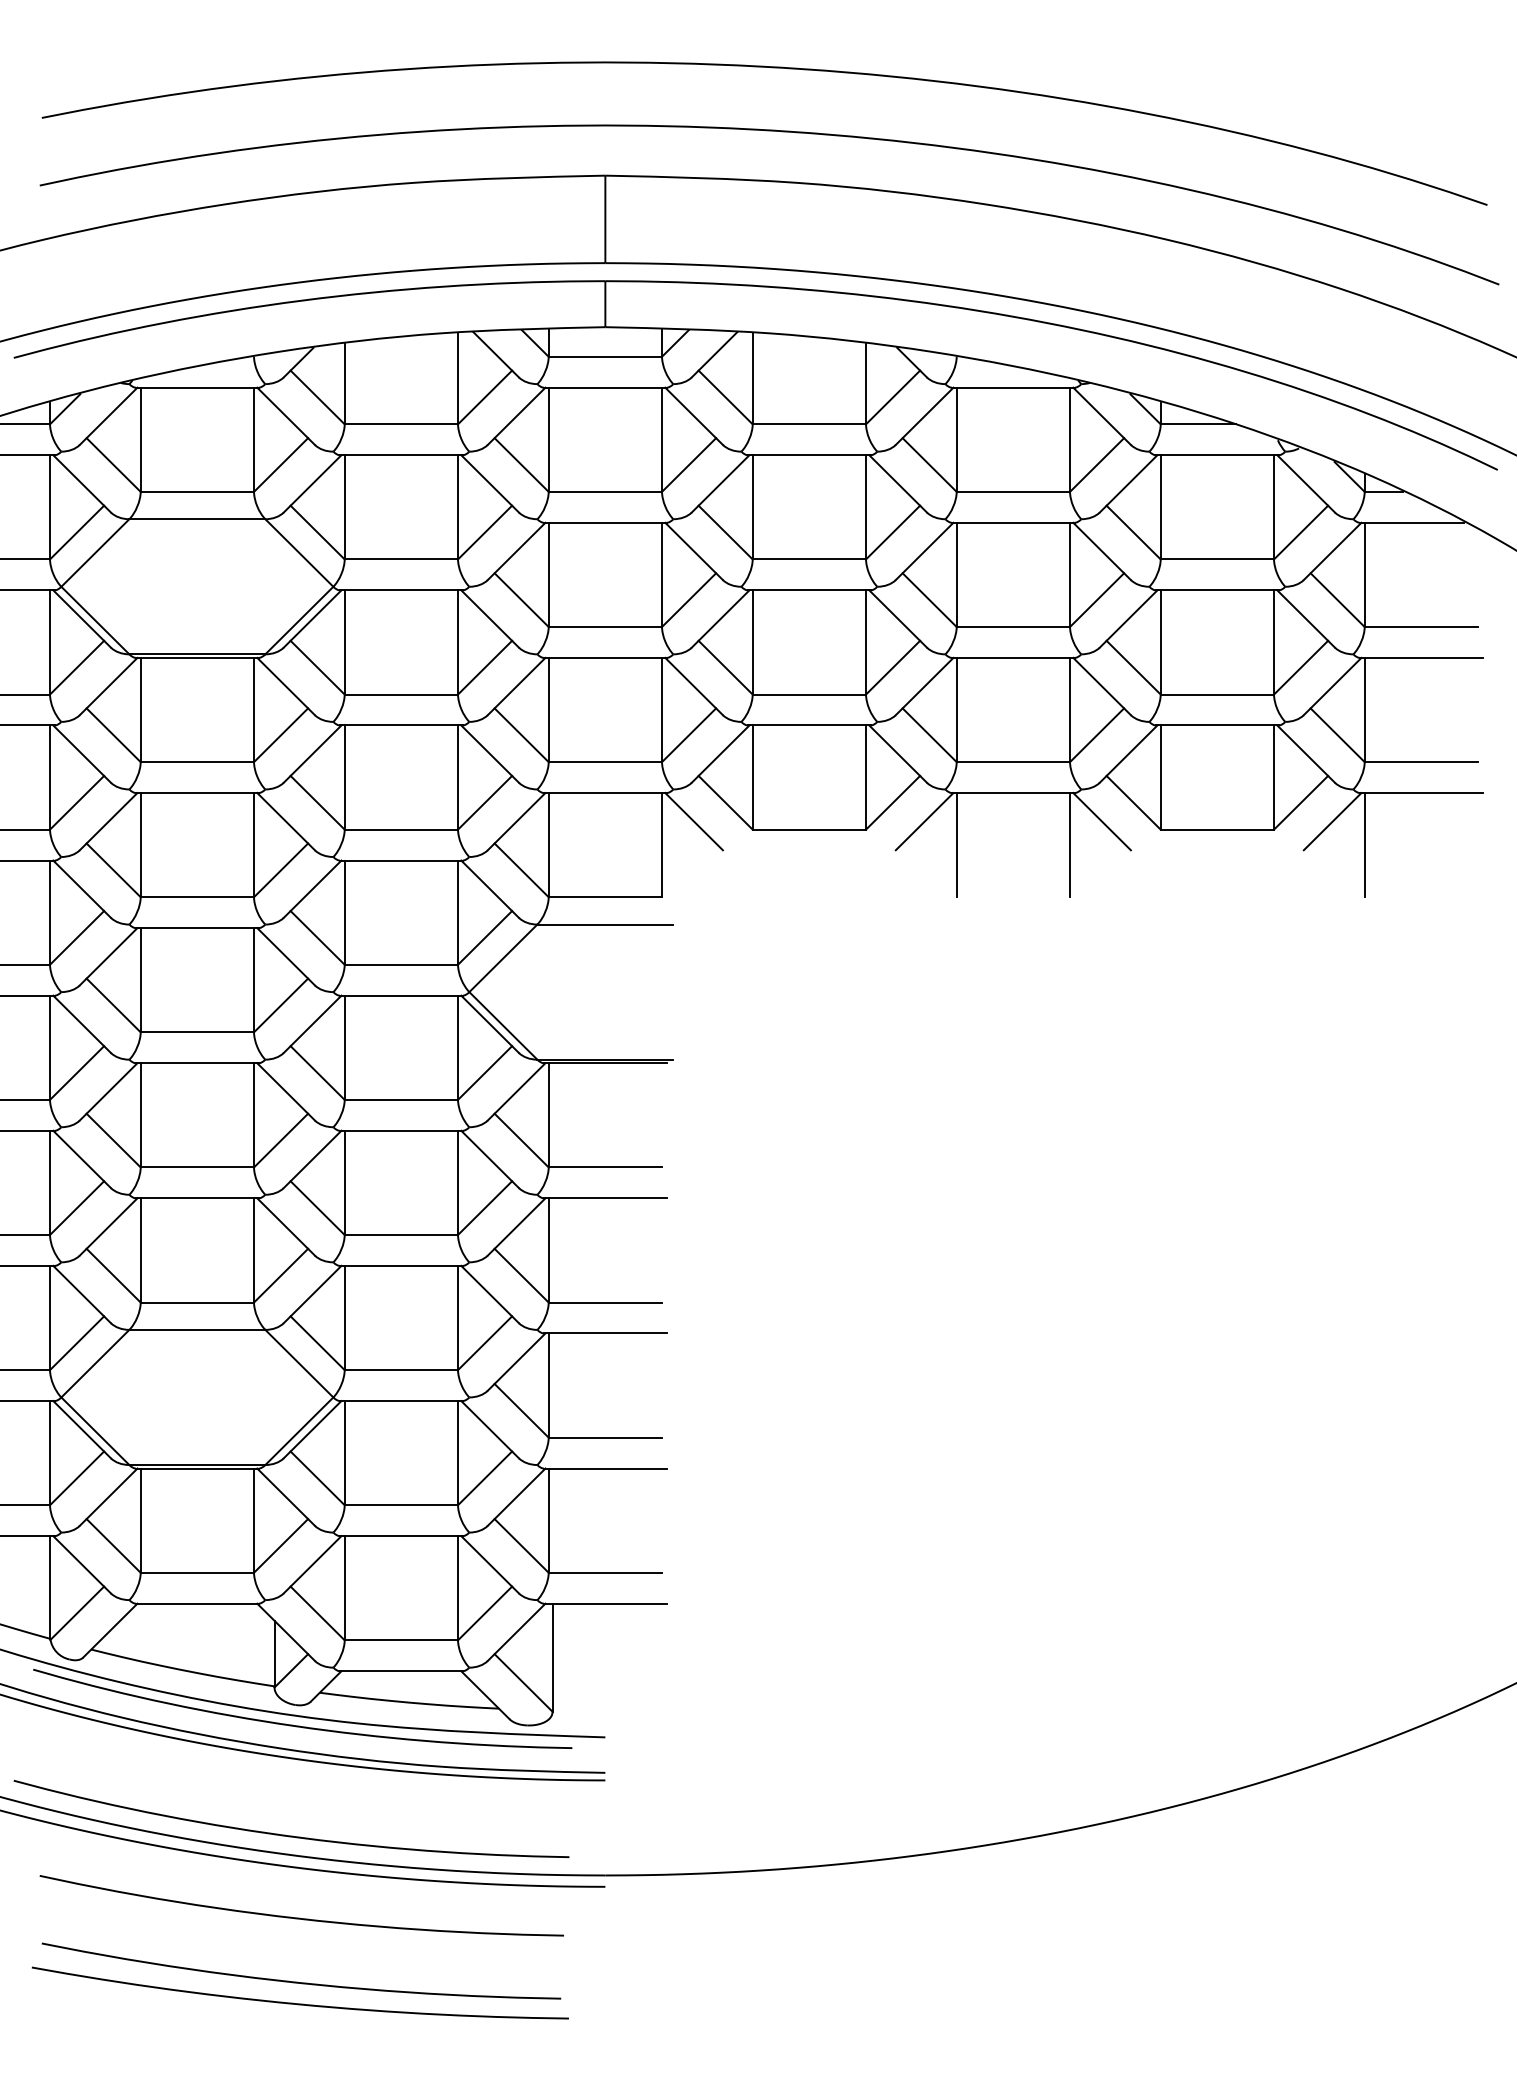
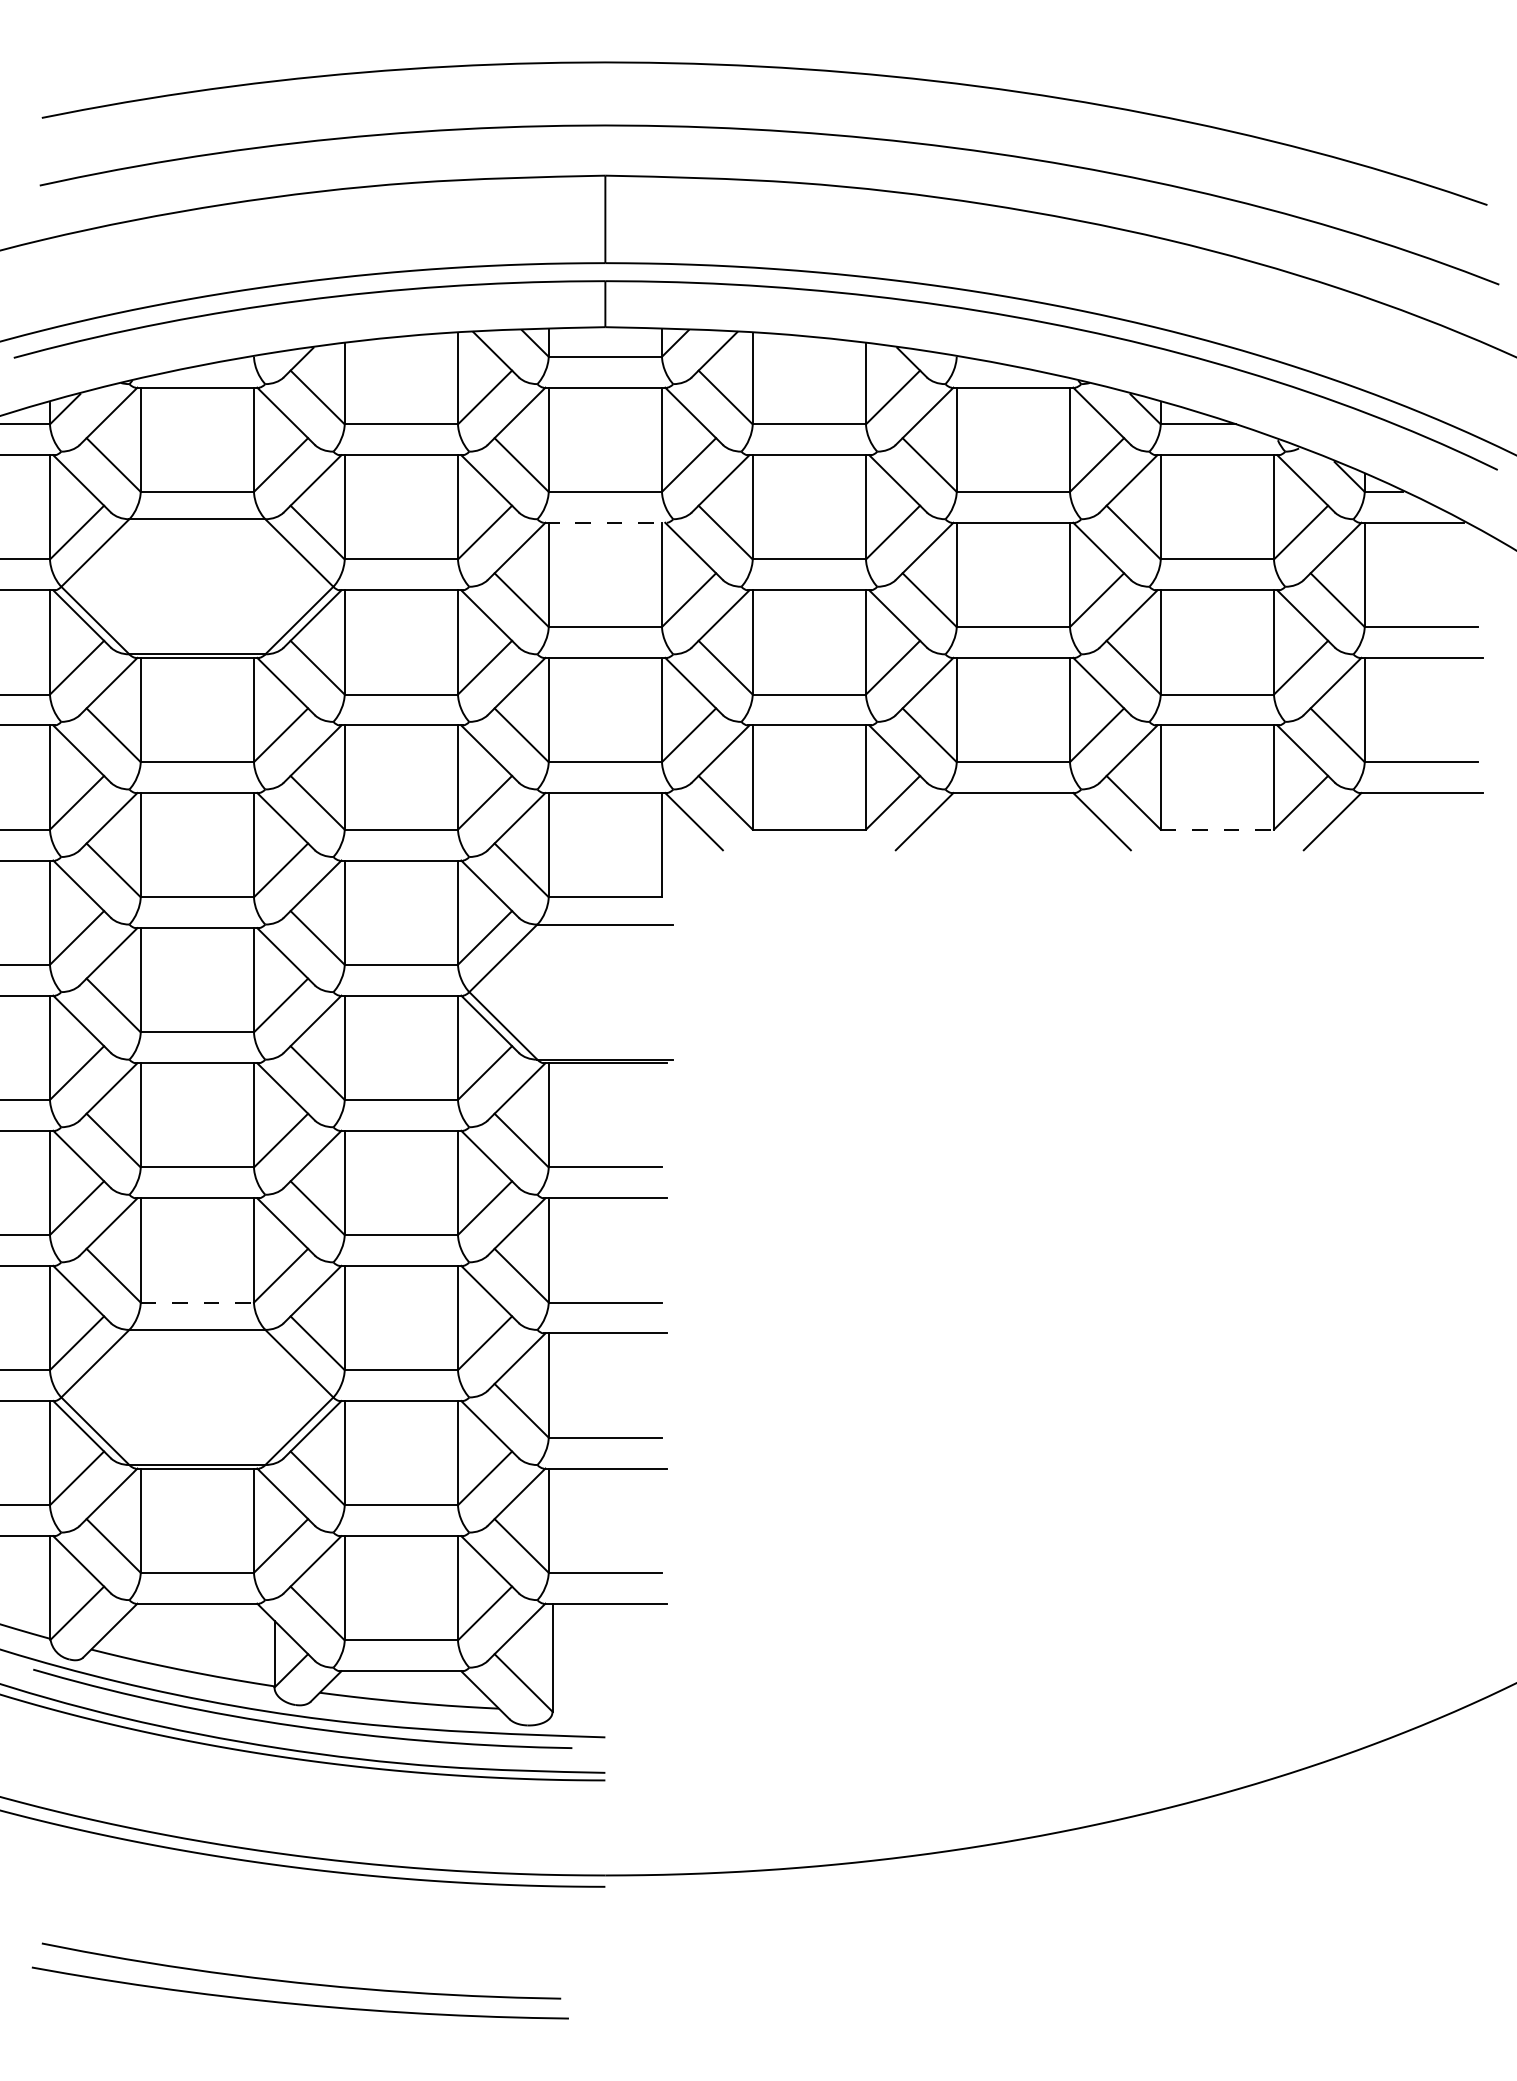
line at (605, 522): solid -> dashed
line at (1217, 829): solid -> dashed
line at (956, 845): present -> none
line at (1070, 845): present -> none
line at (1364, 845): present -> none
line at (197, 1302): solid -> dashed
curve at (291, 1835): present -> none
curve at (300, 1917): present -> none
